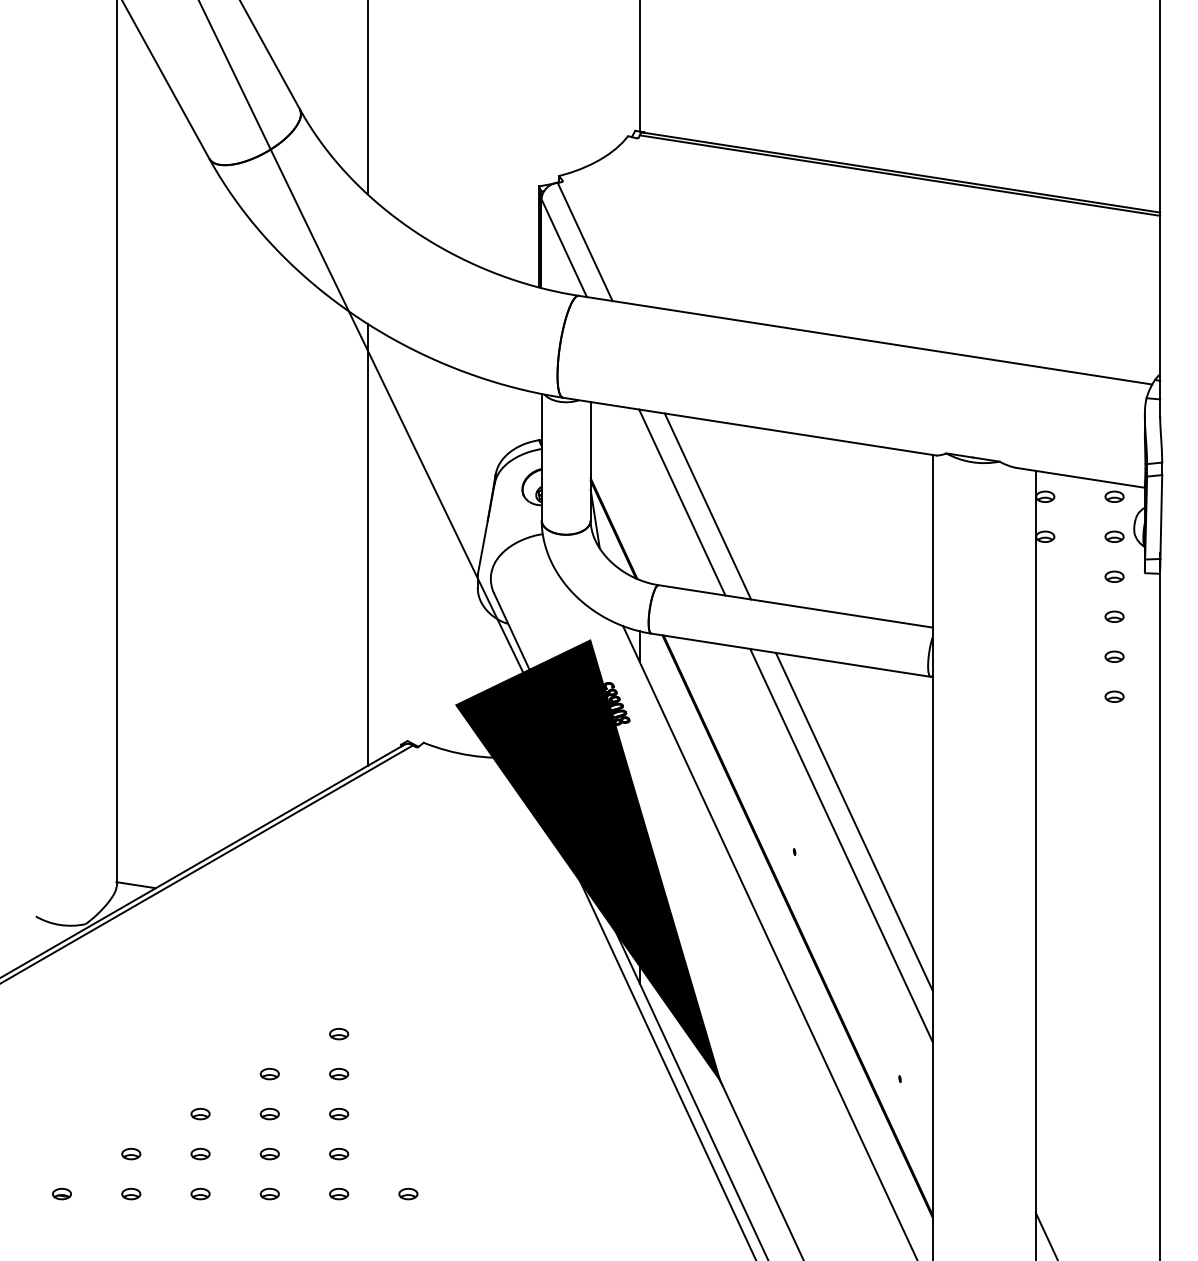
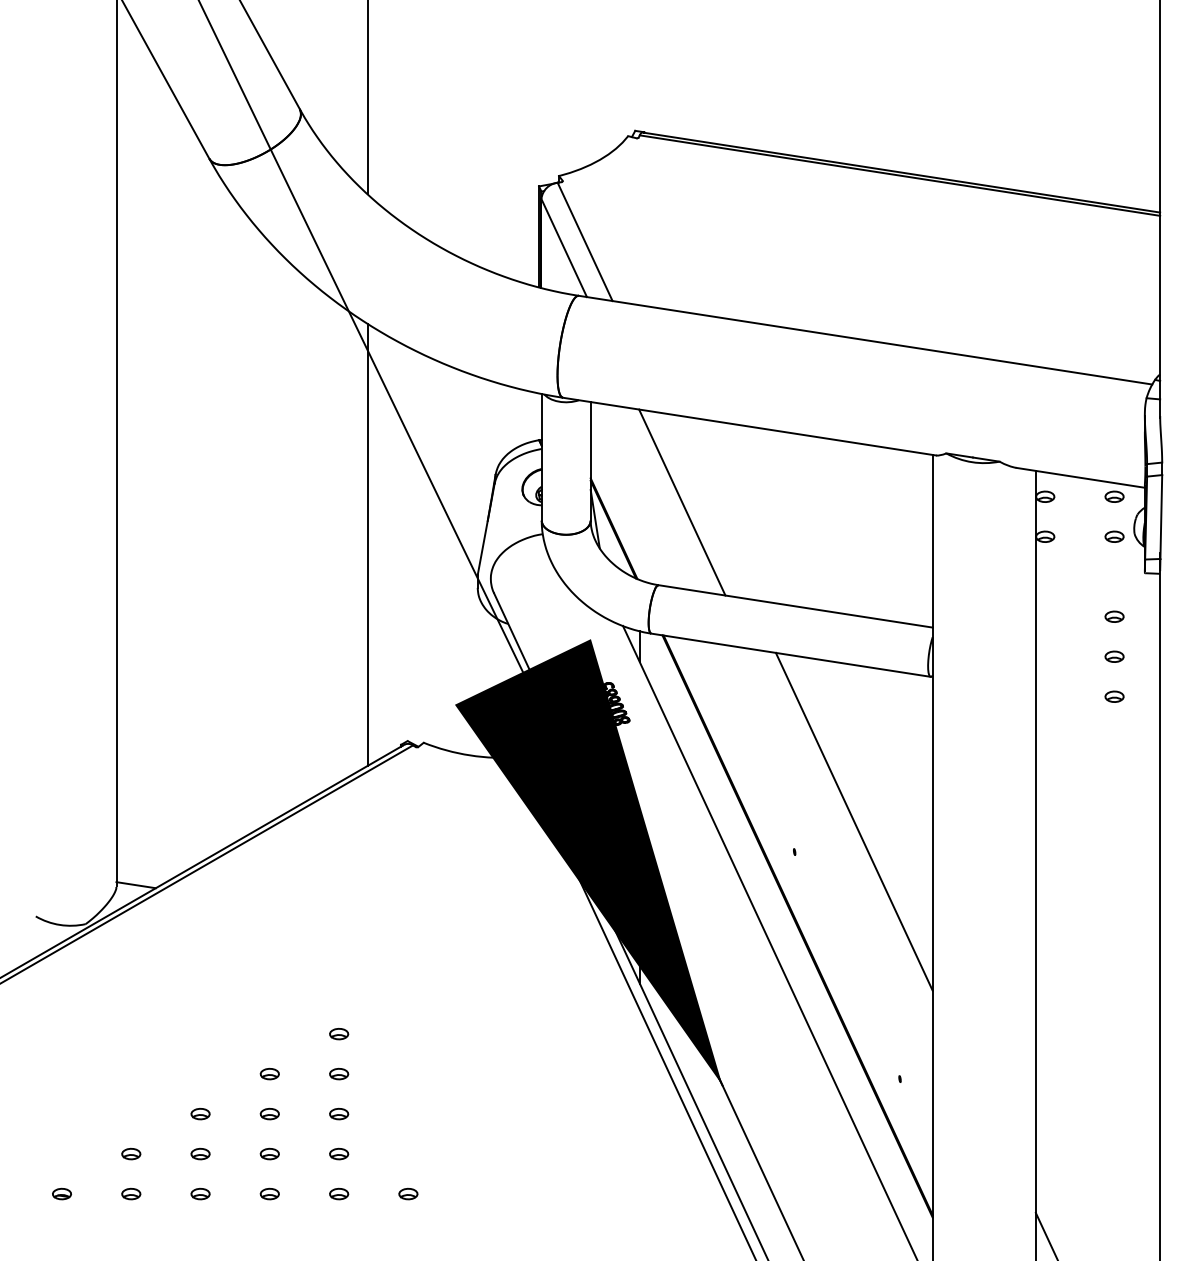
line at (639, 66): present -> none
line at (707, 506): present -> none
part at (1114, 576): present -> none
line at (841, 844): present -> none
